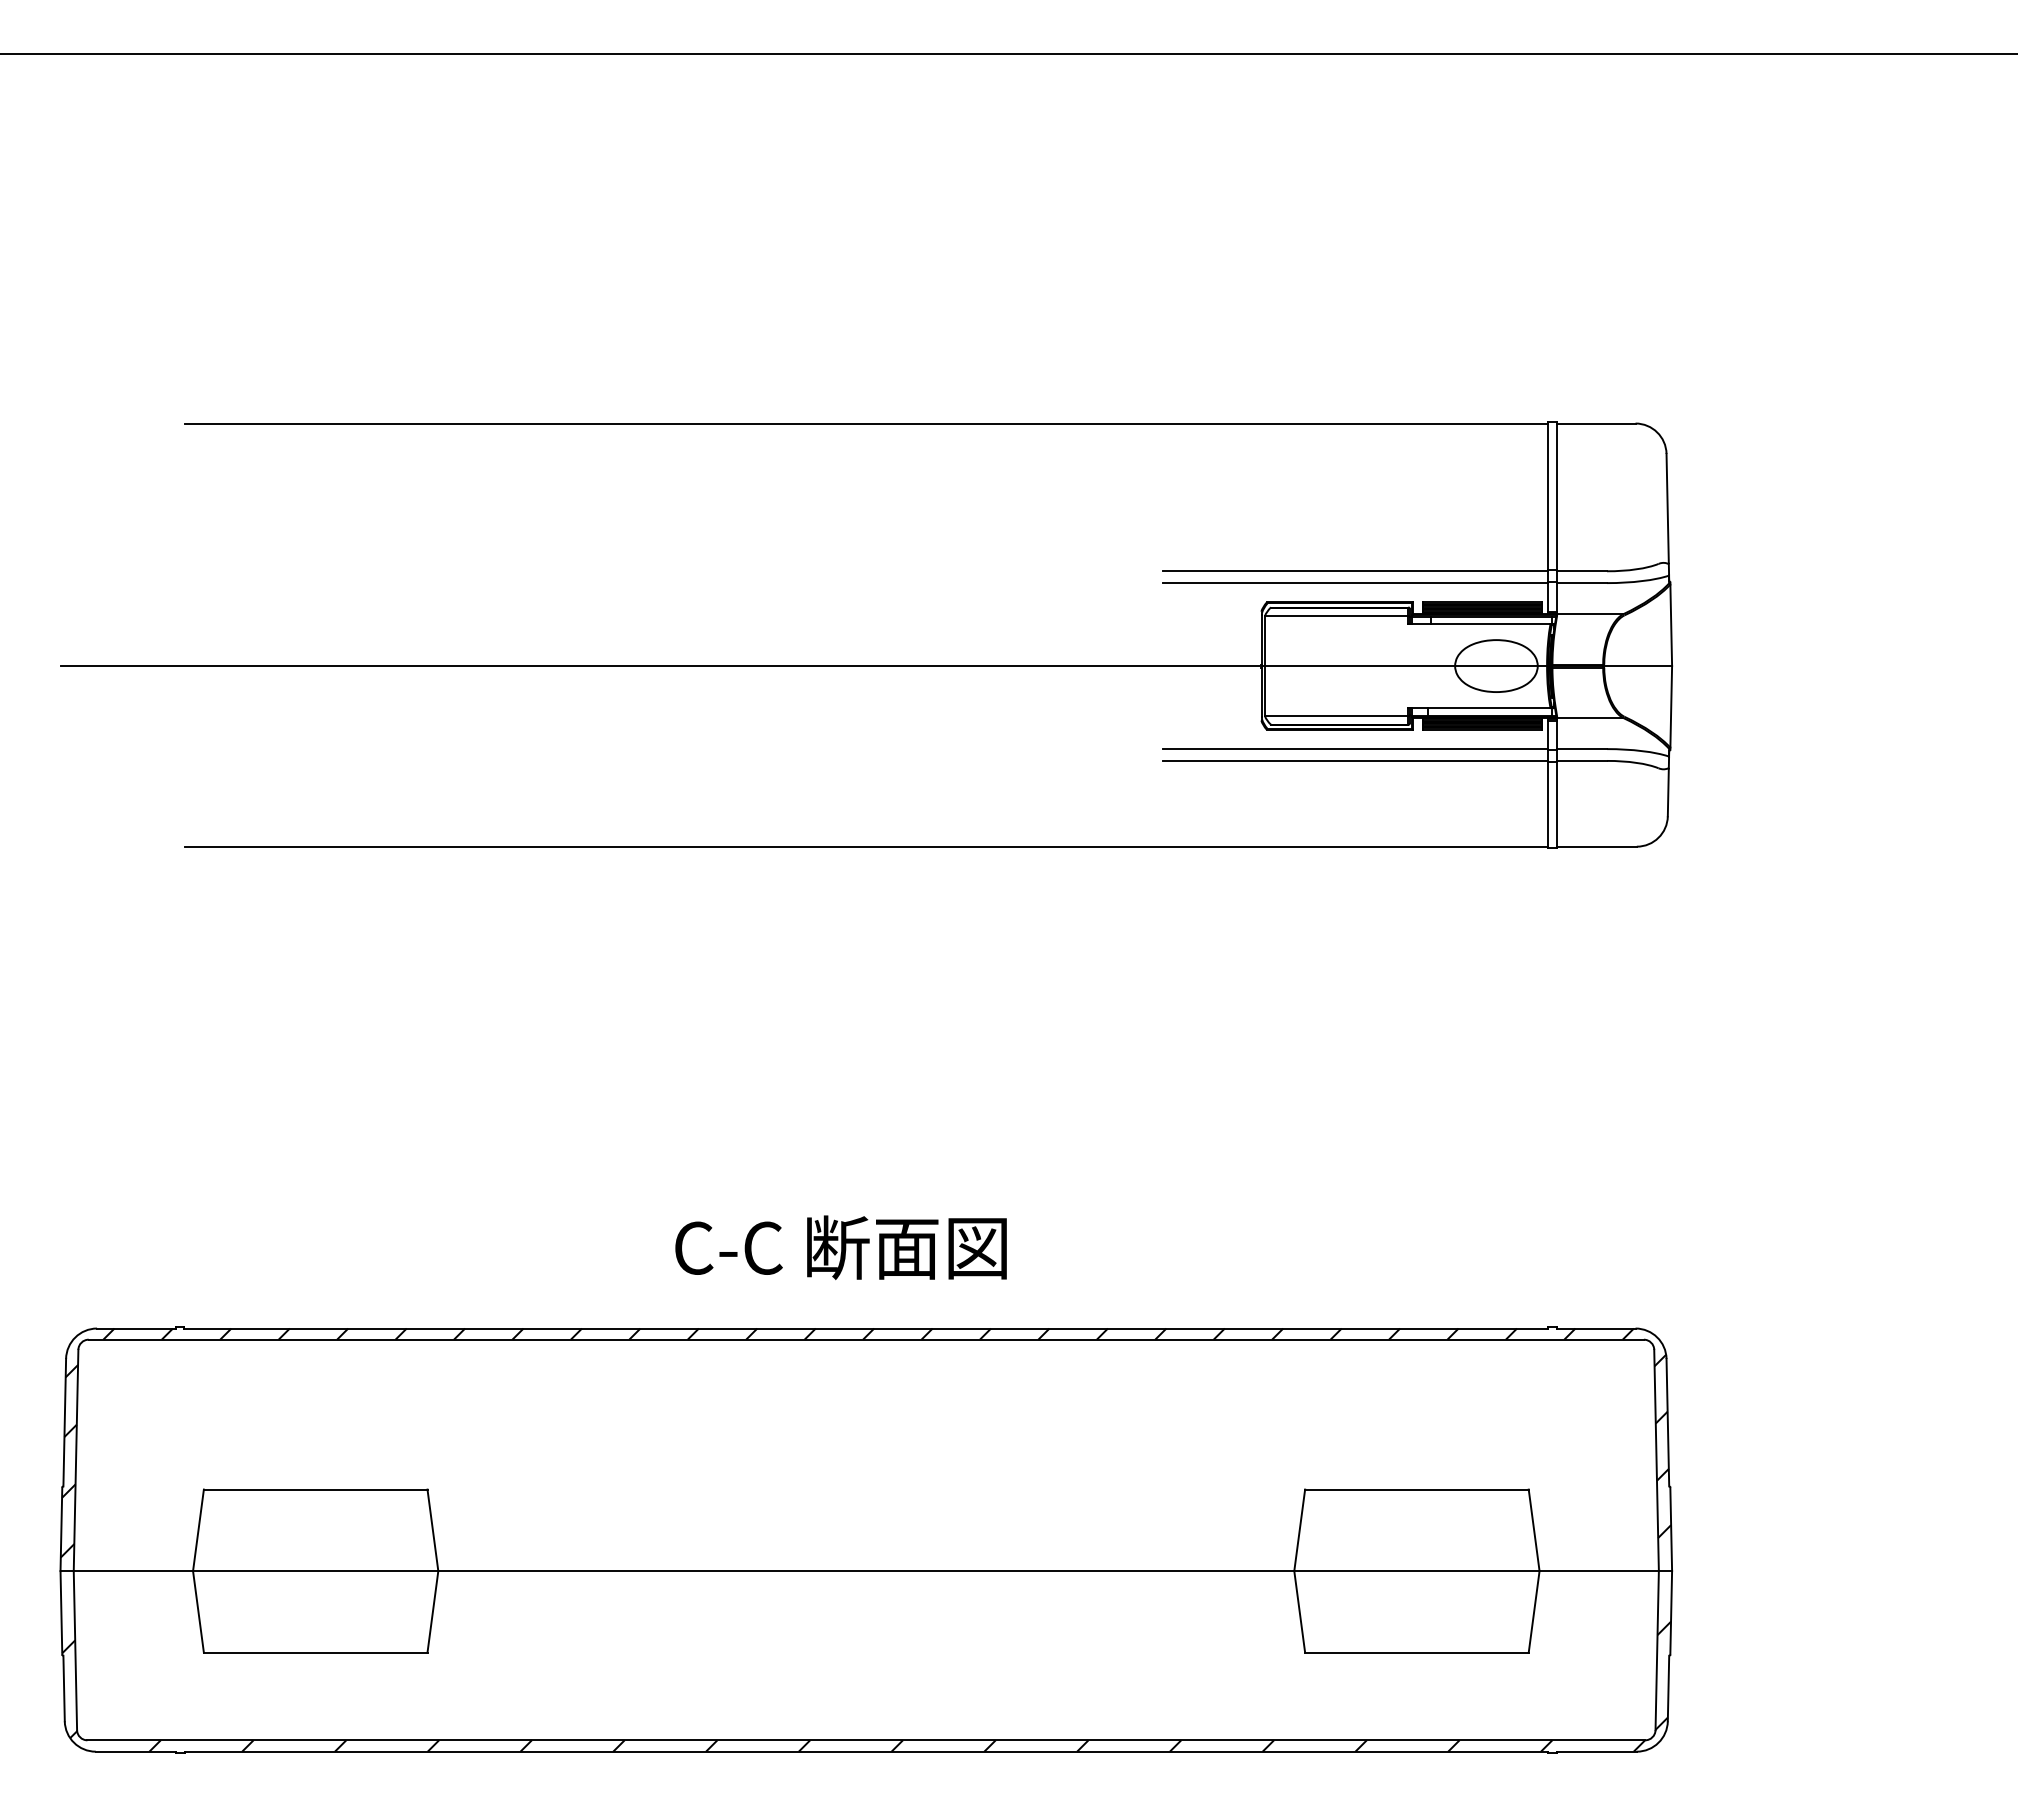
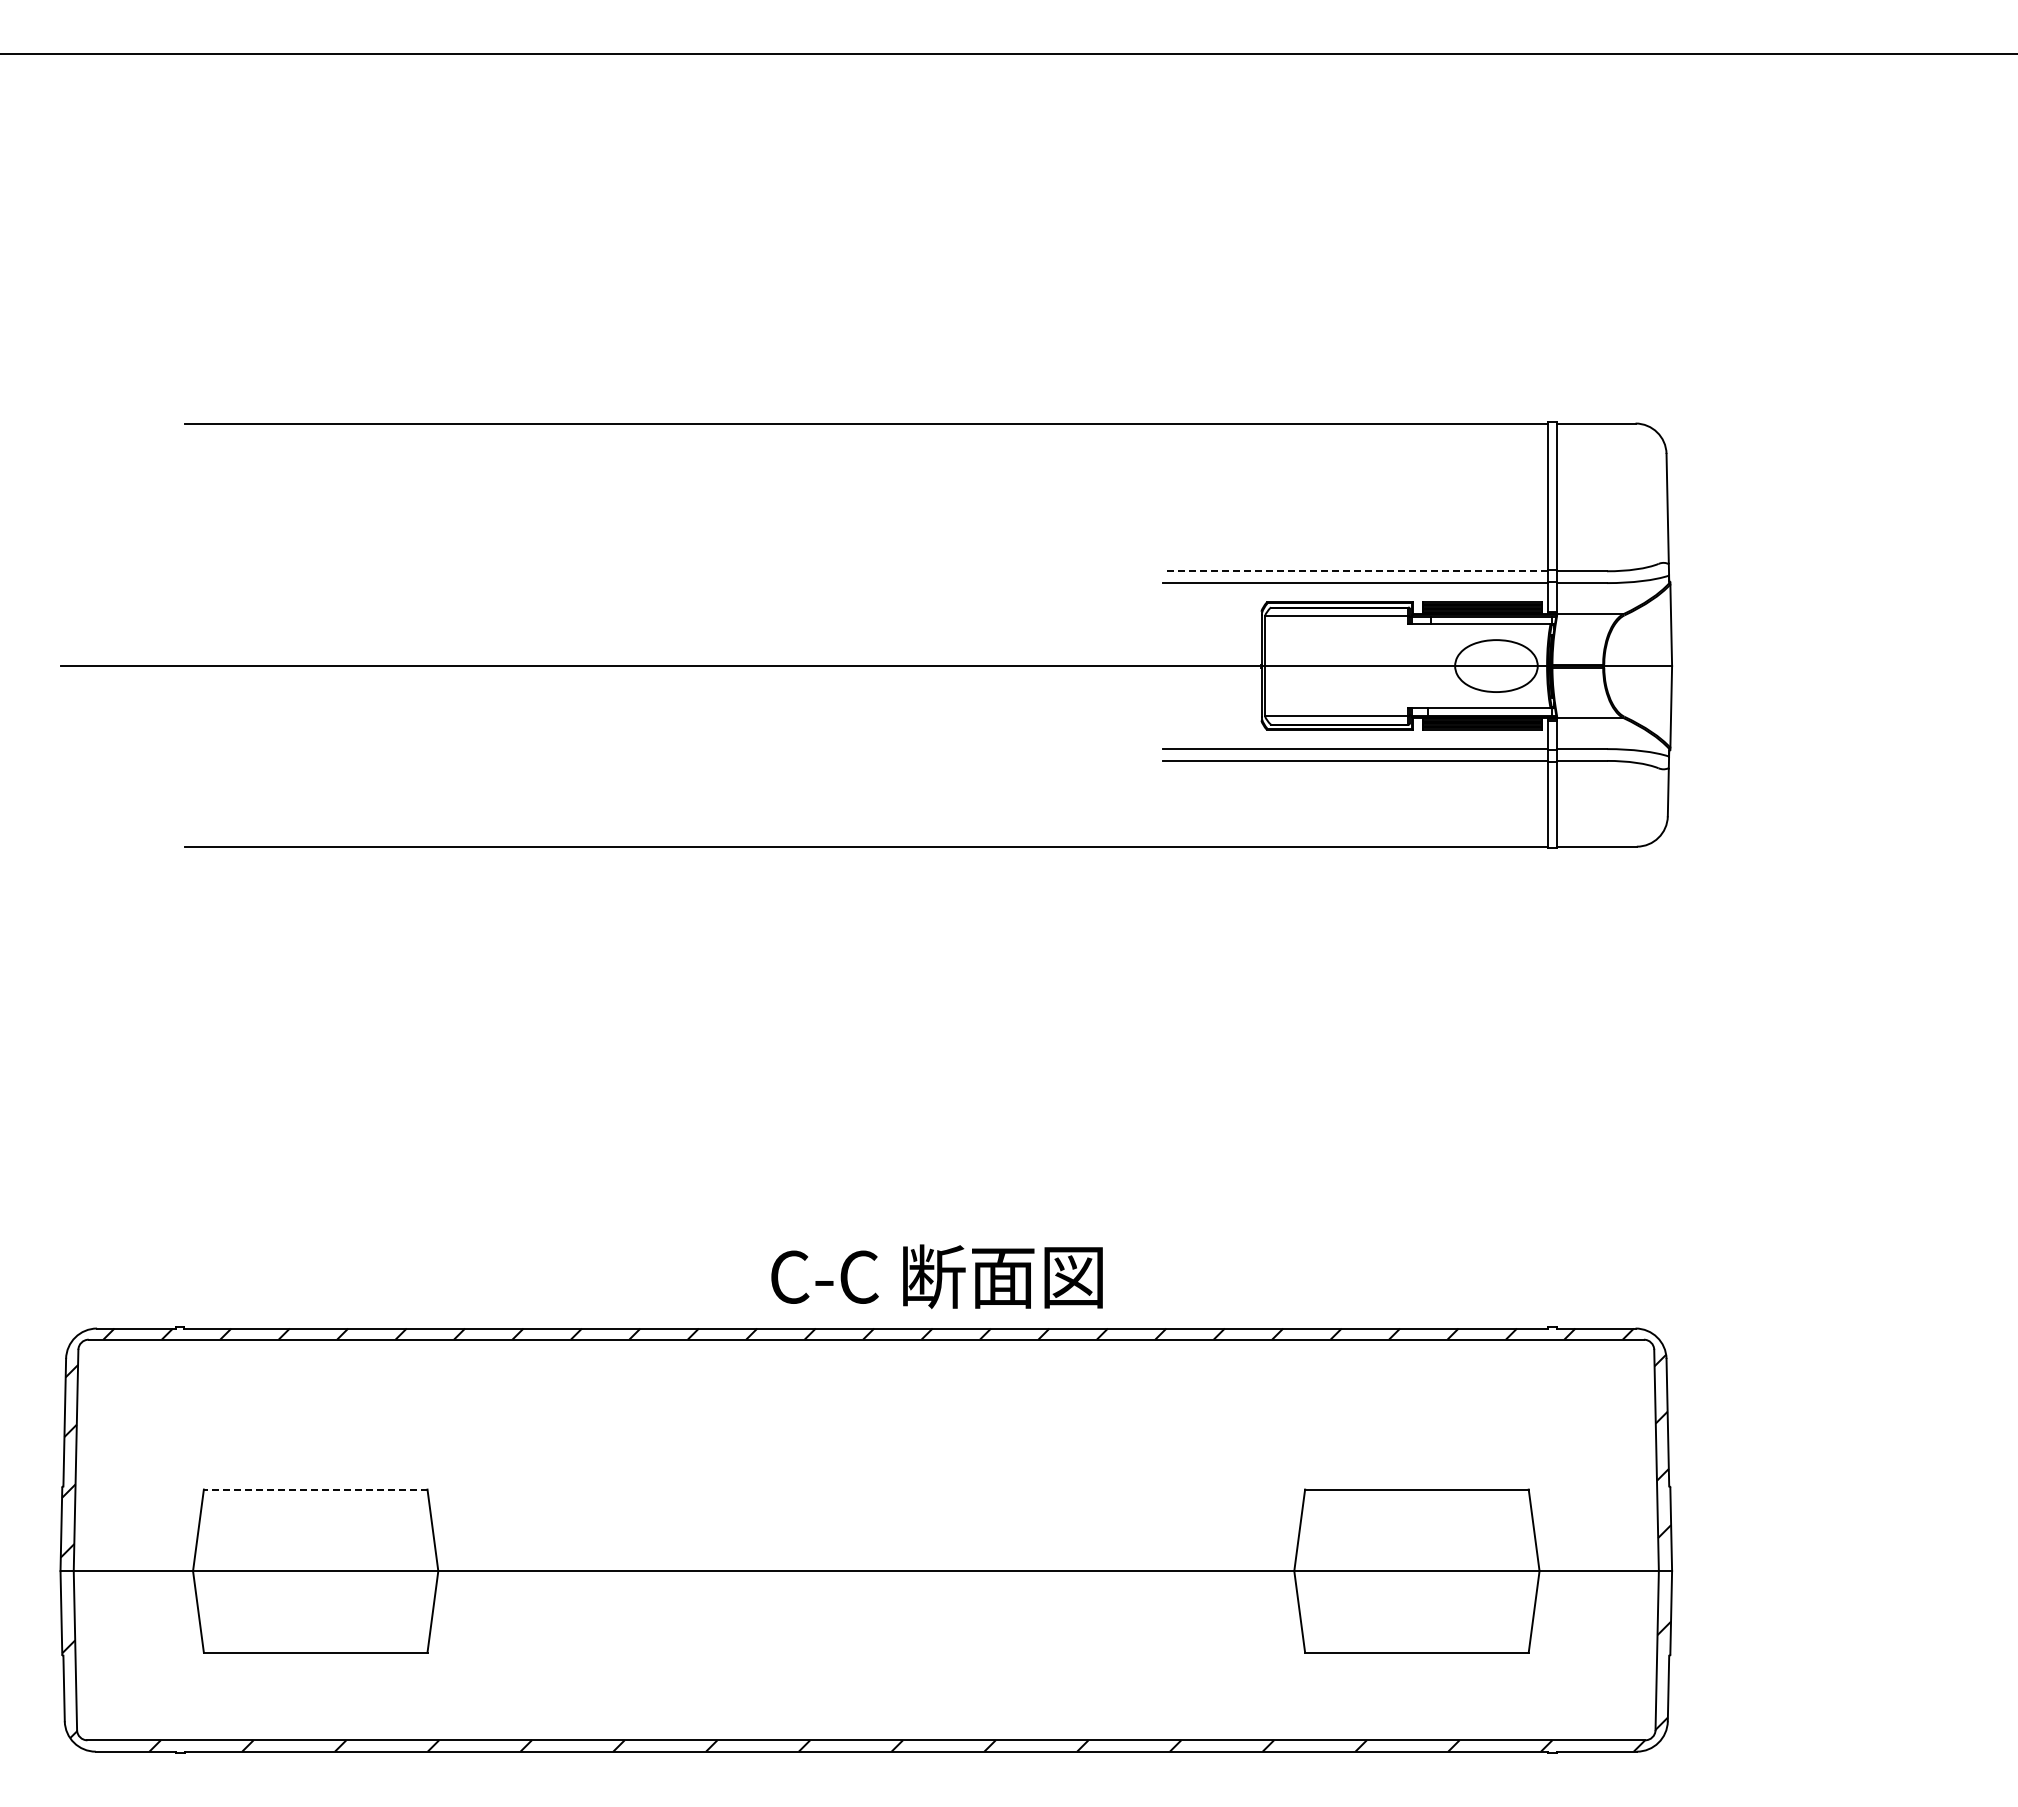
line at (1355, 571): solid -> dashed
text at (840, 1247) position: (840, 1247) -> (936, 1276)
line at (315, 1489): solid -> dashed
